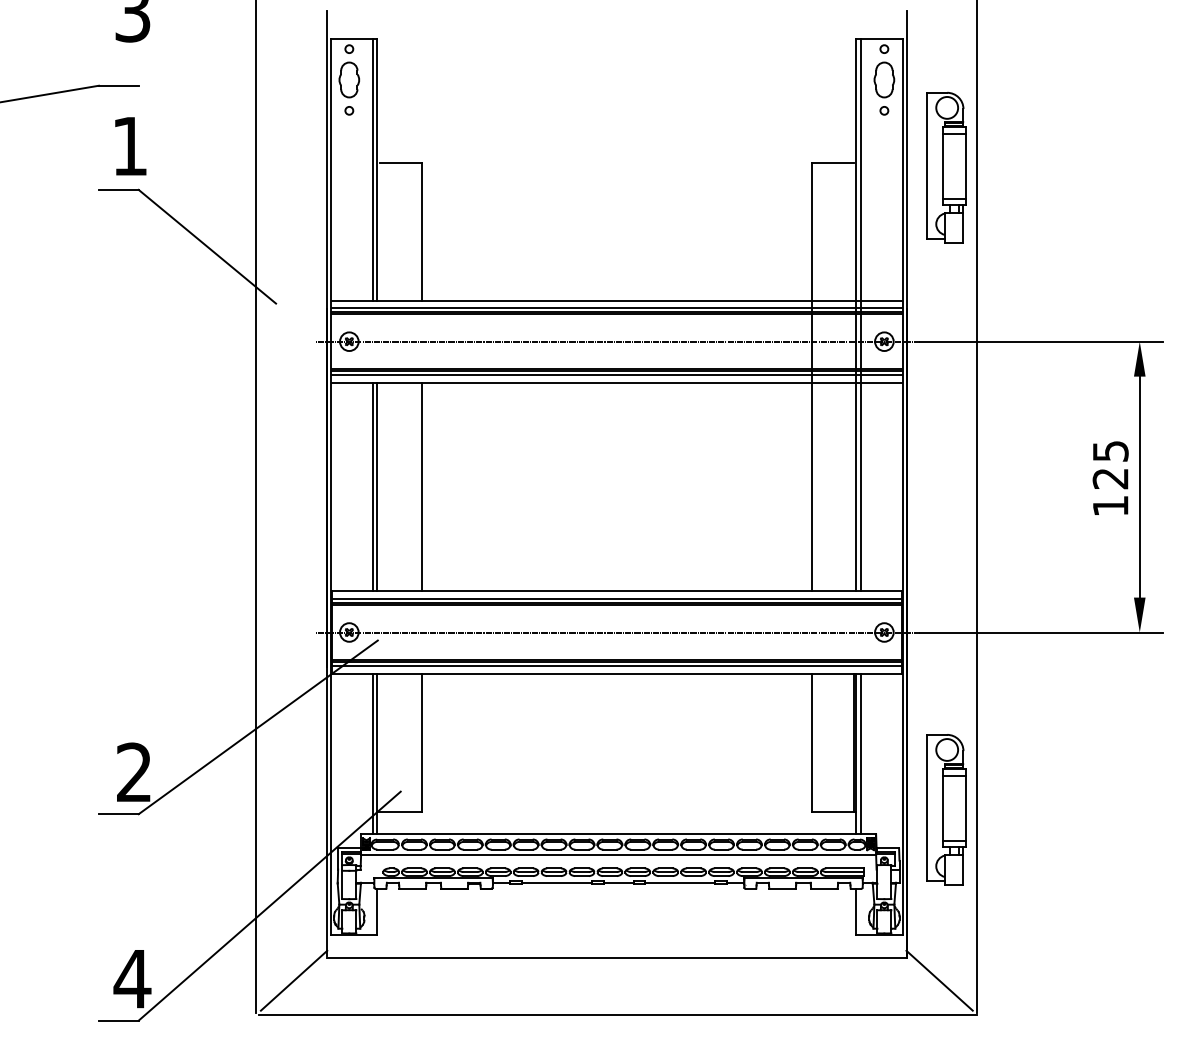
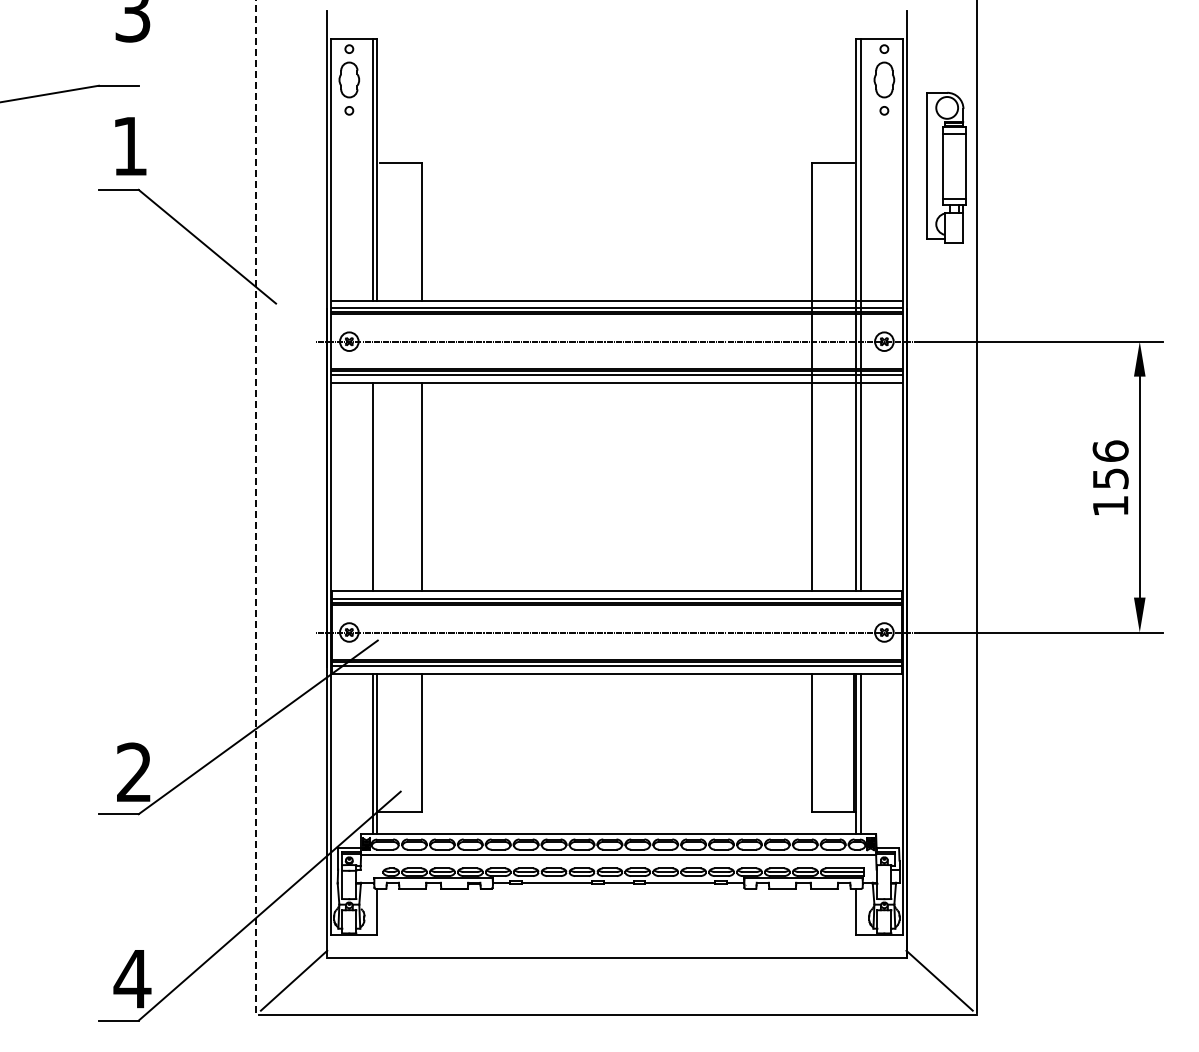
text at (1110, 464): 125 -> 156
line at (377, 486): present -> none
line at (256, 505): solid -> dashed
part at (946, 809): present -> none
